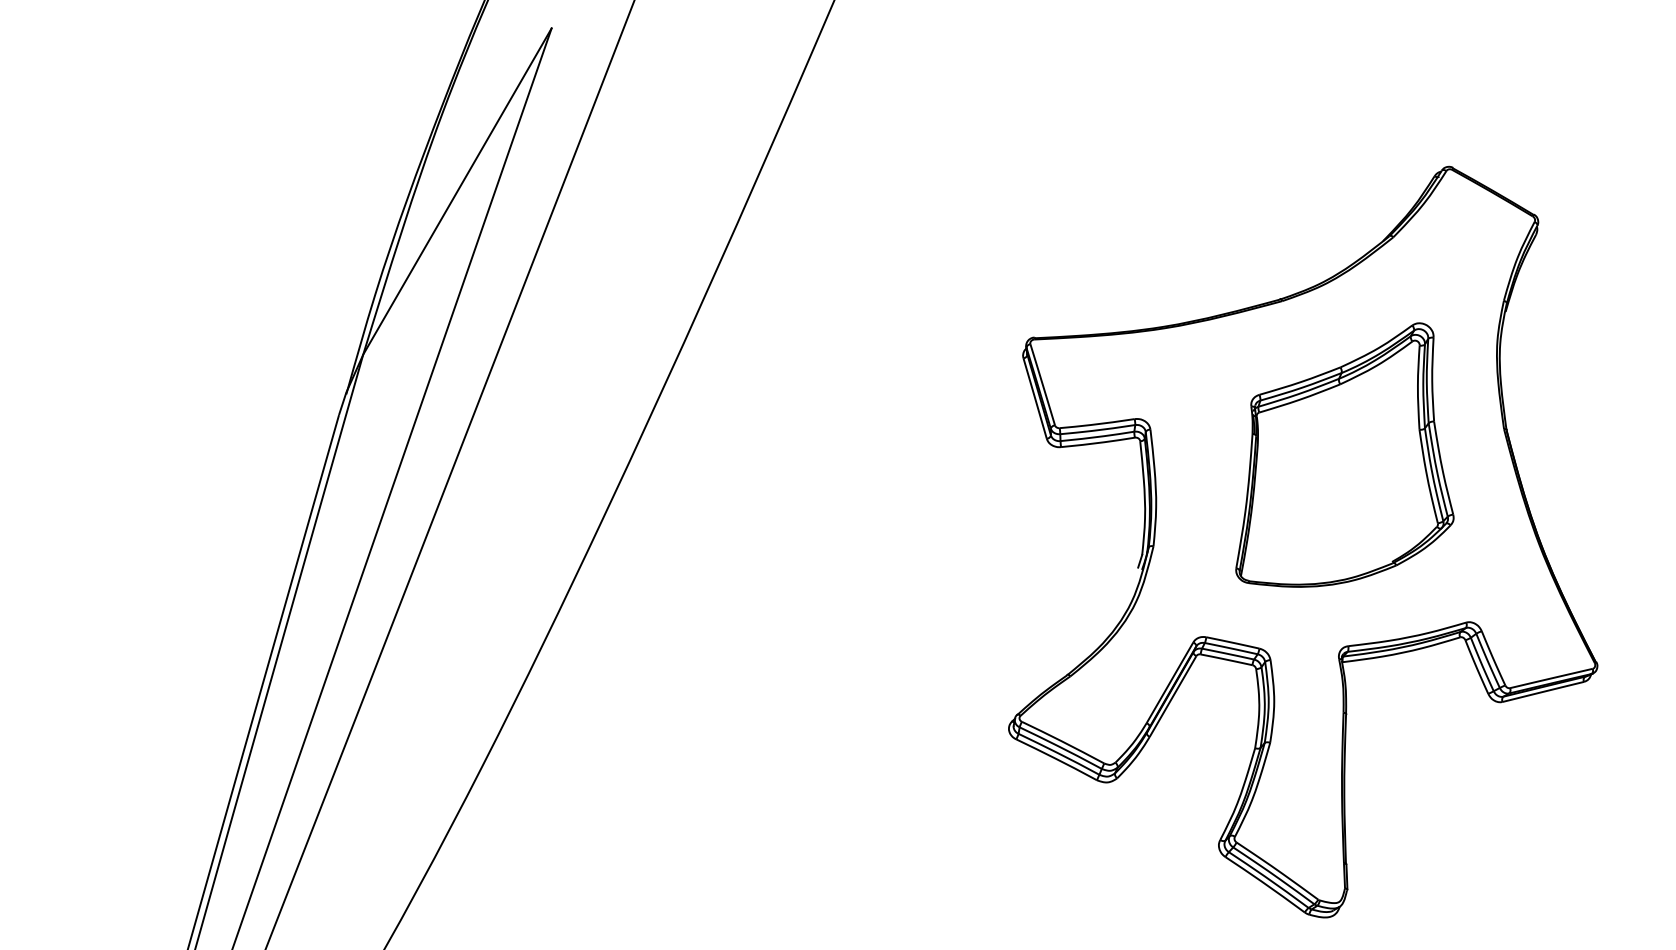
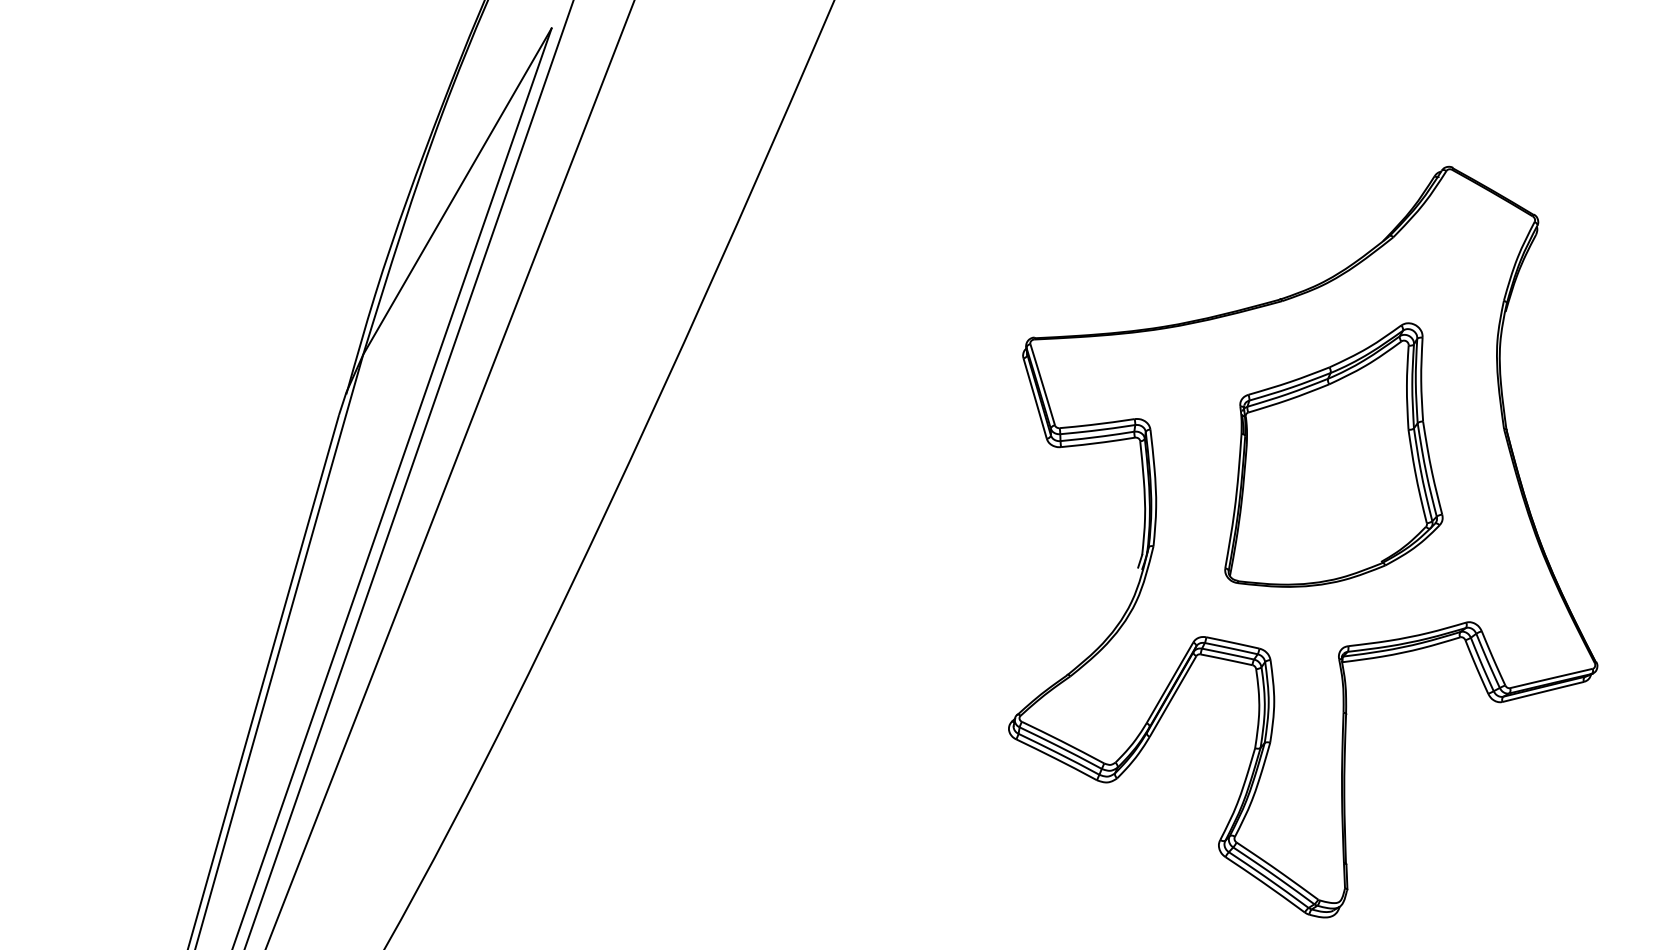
part at (1344, 454) position: (1344, 454) -> (1333, 454)
line at (408, 474): none -> present
